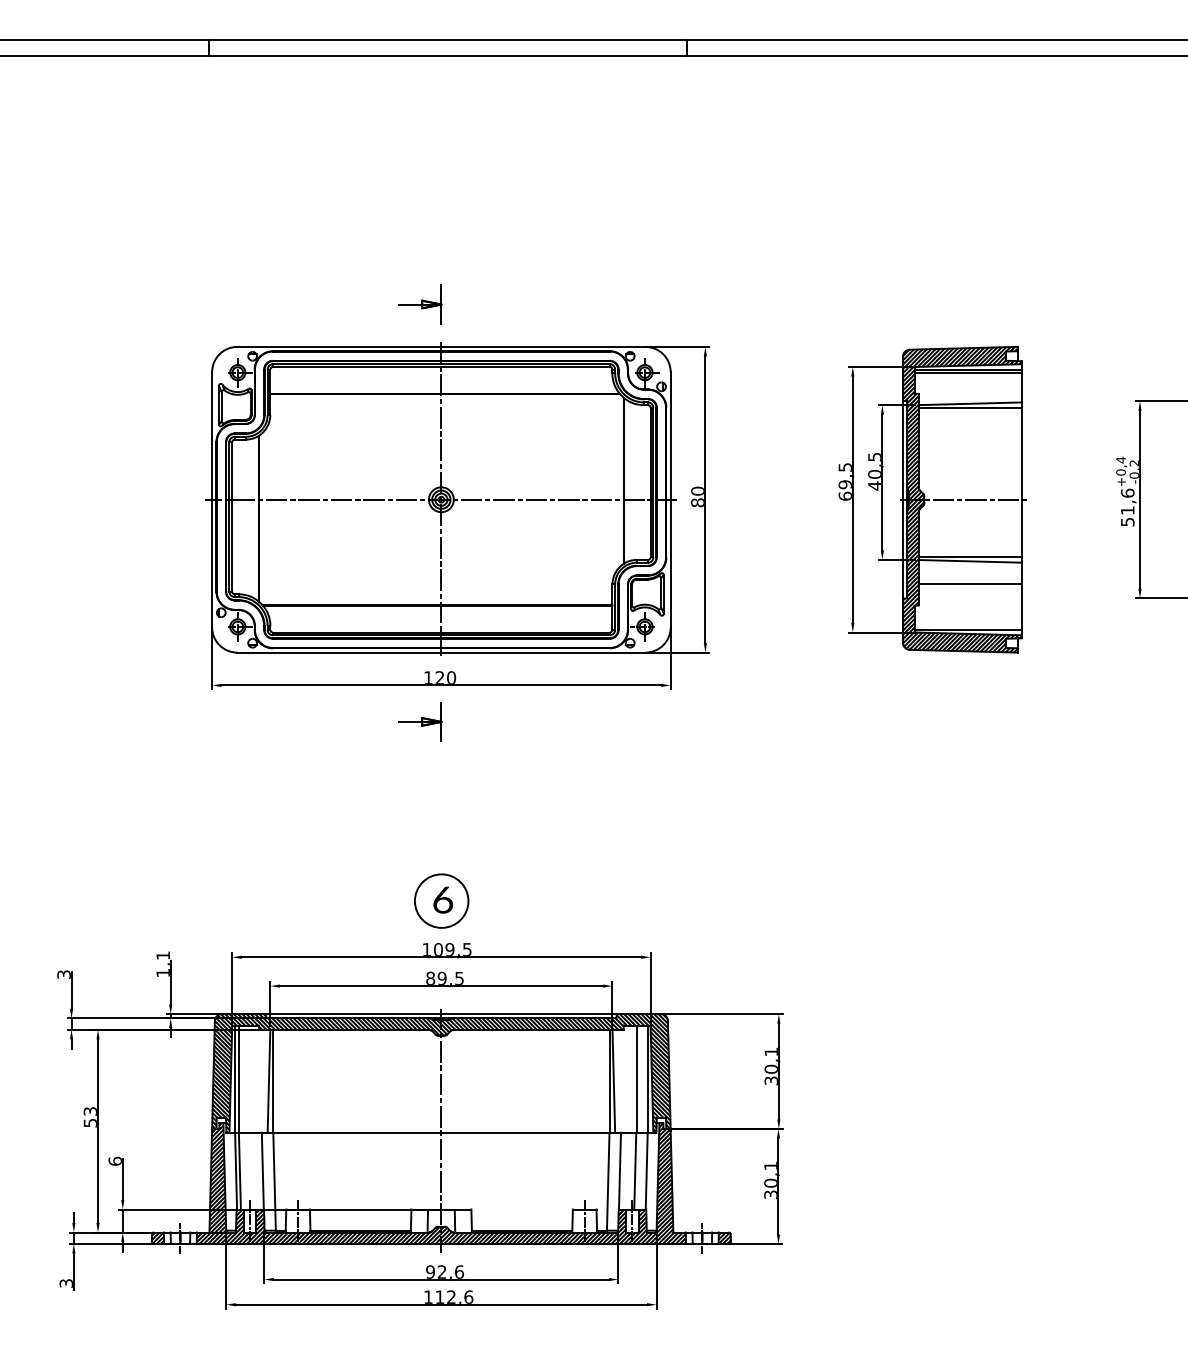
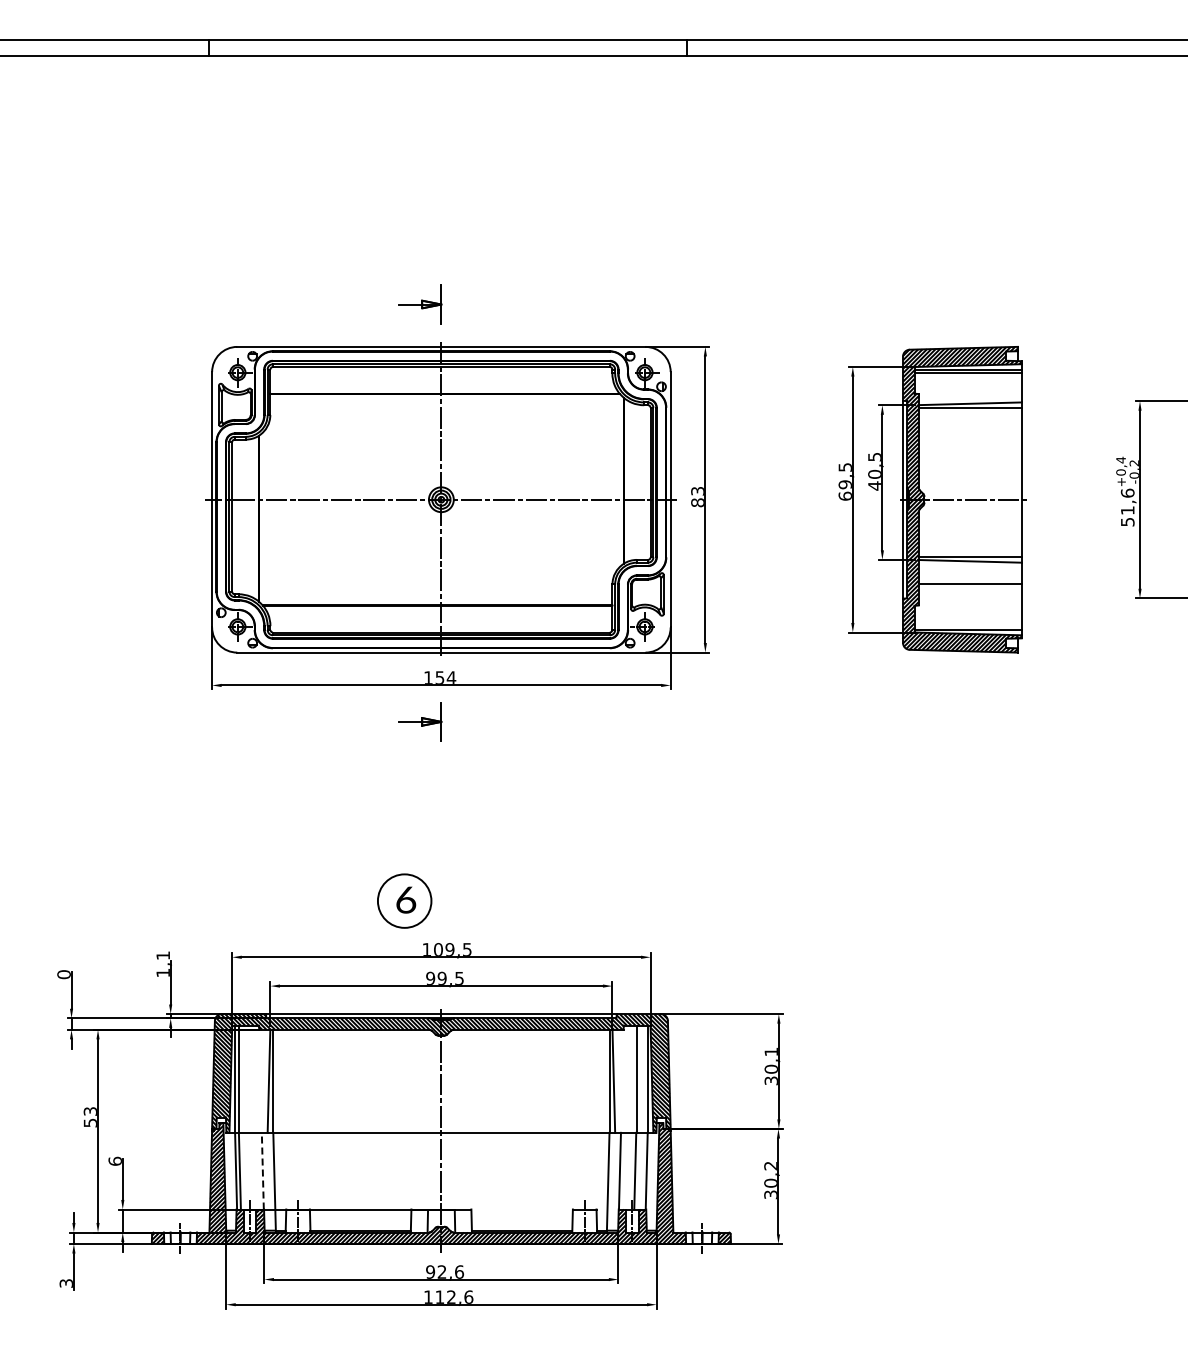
text at (697, 490): 80 -> 83
text at (445, 677): 120 -> 154
part at (441, 900) position: (441, 900) -> (404, 900)
text at (63, 974): 3 -> 0
text at (430, 978): 89,5 -> 99,5
text at (770, 1165): 30,1 -> 30,2
line at (262, 1170): solid -> dashed
